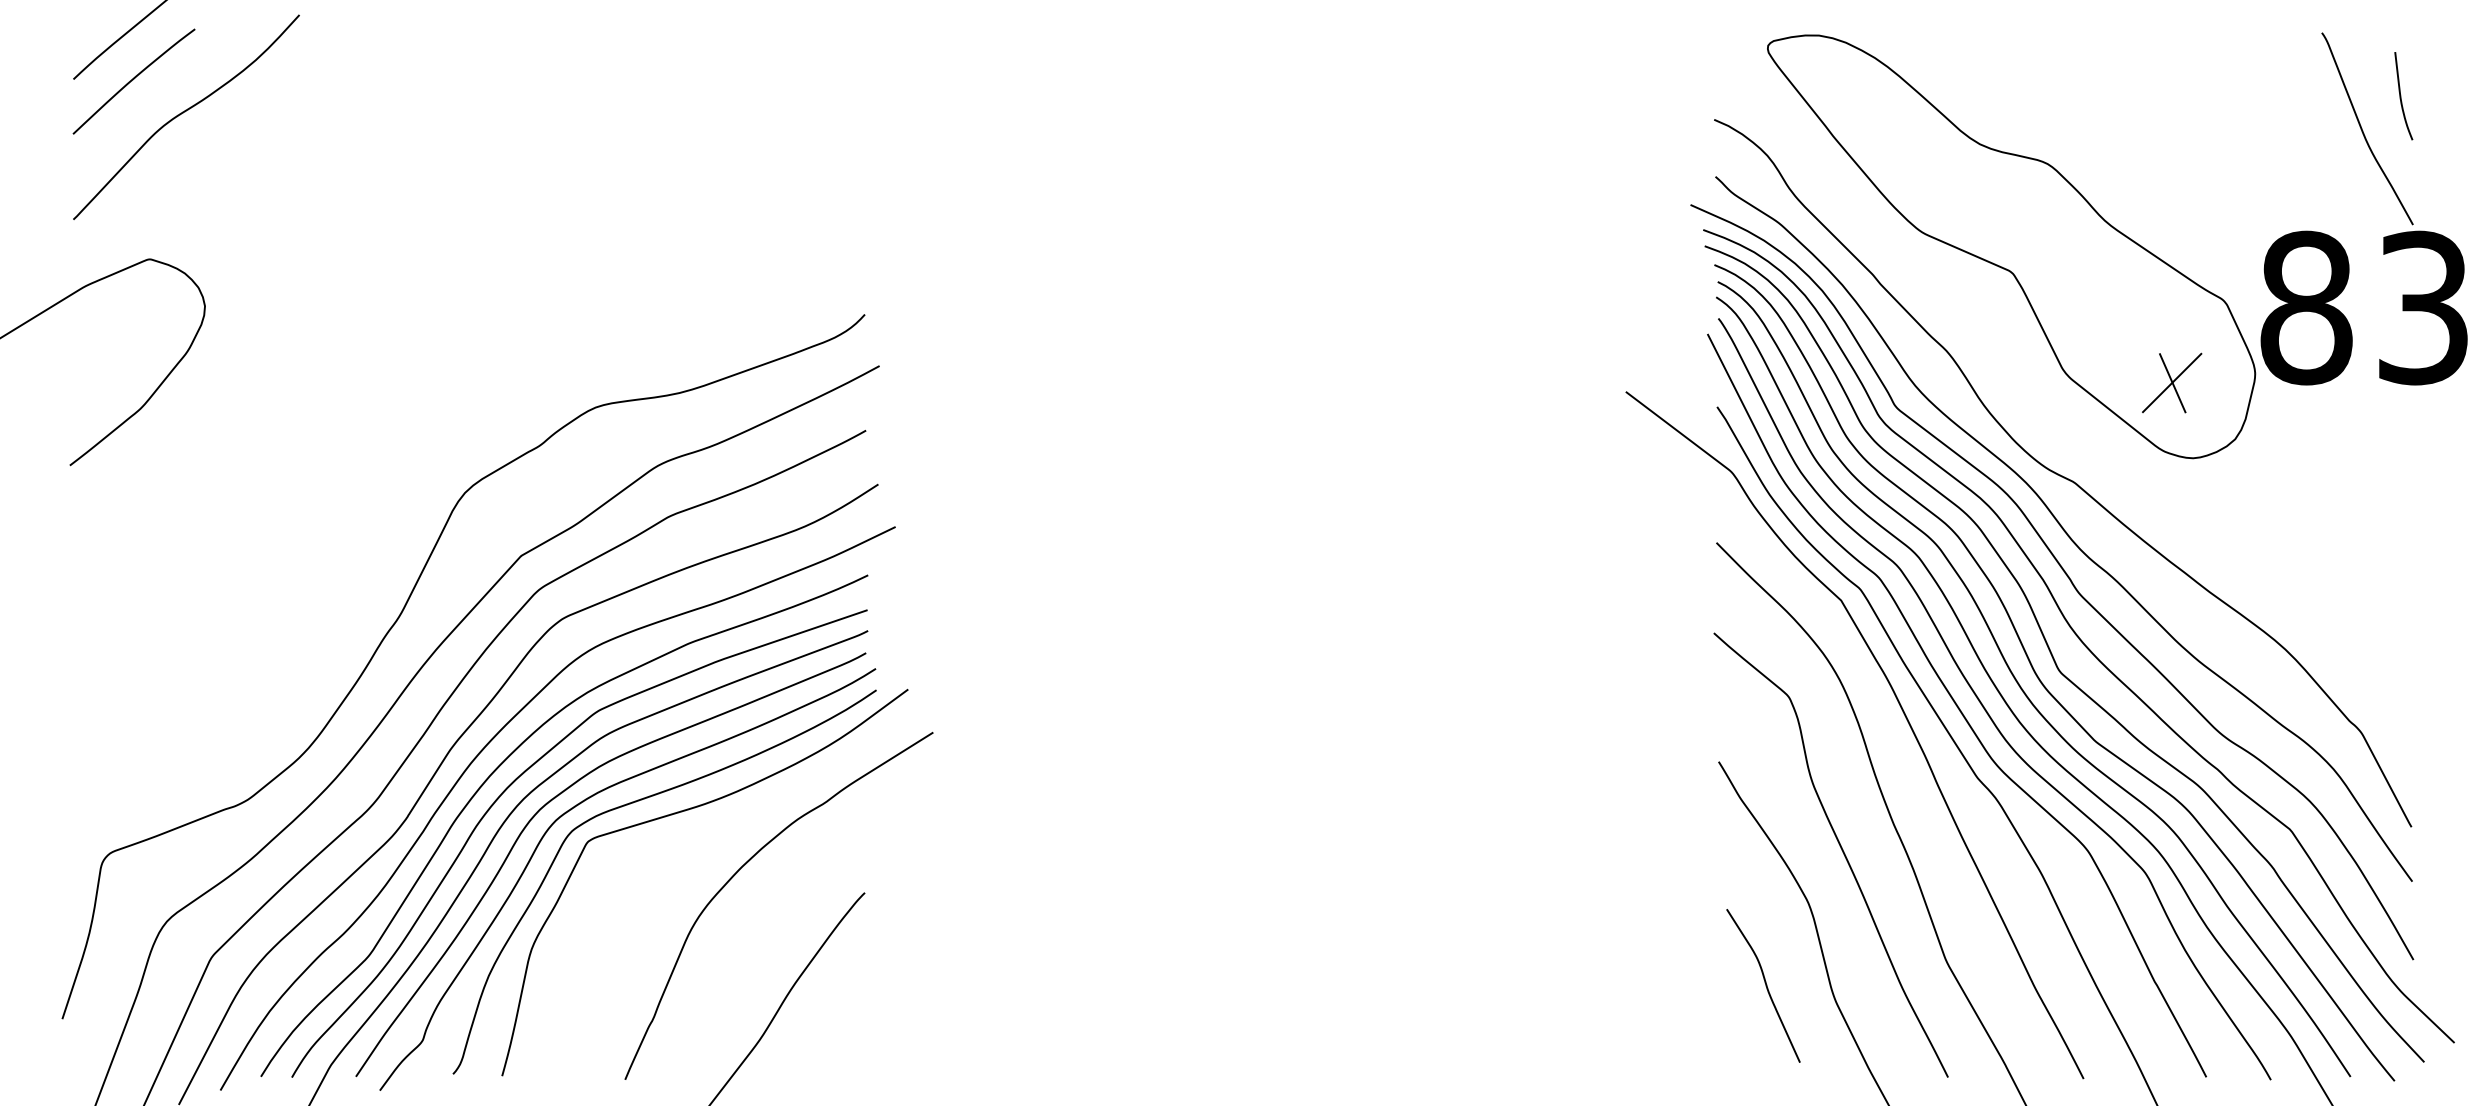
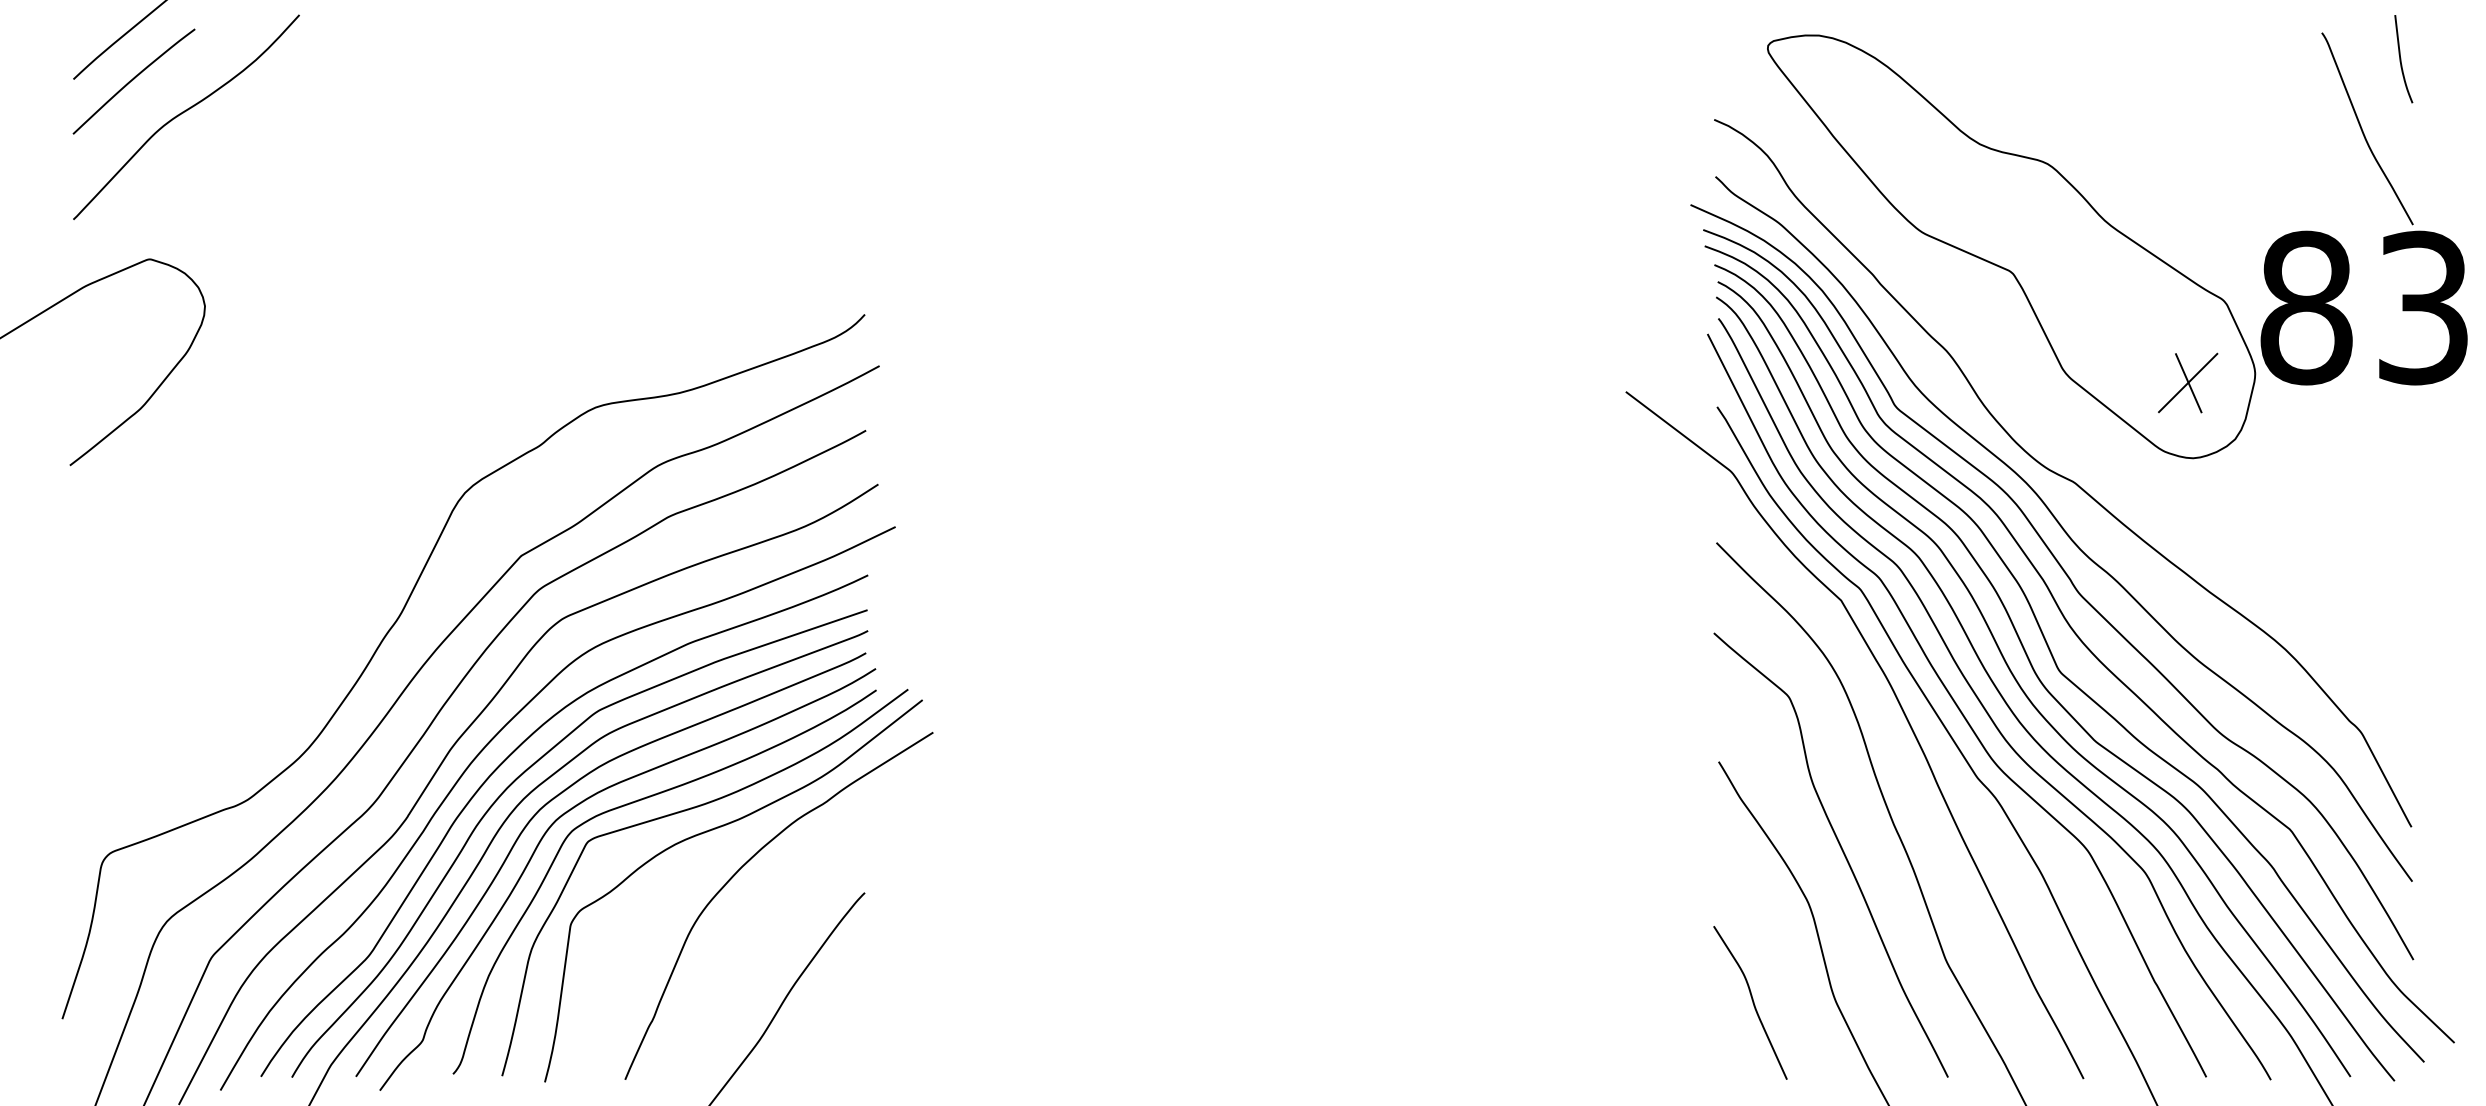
curve at (2401, 96) position: (2401, 96) -> (2401, 59)
part at (2172, 382) position: (2172, 382) -> (2188, 382)
curve at (710, 831): none -> present
curve at (1765, 985) position: (1765, 985) -> (1752, 1002)
